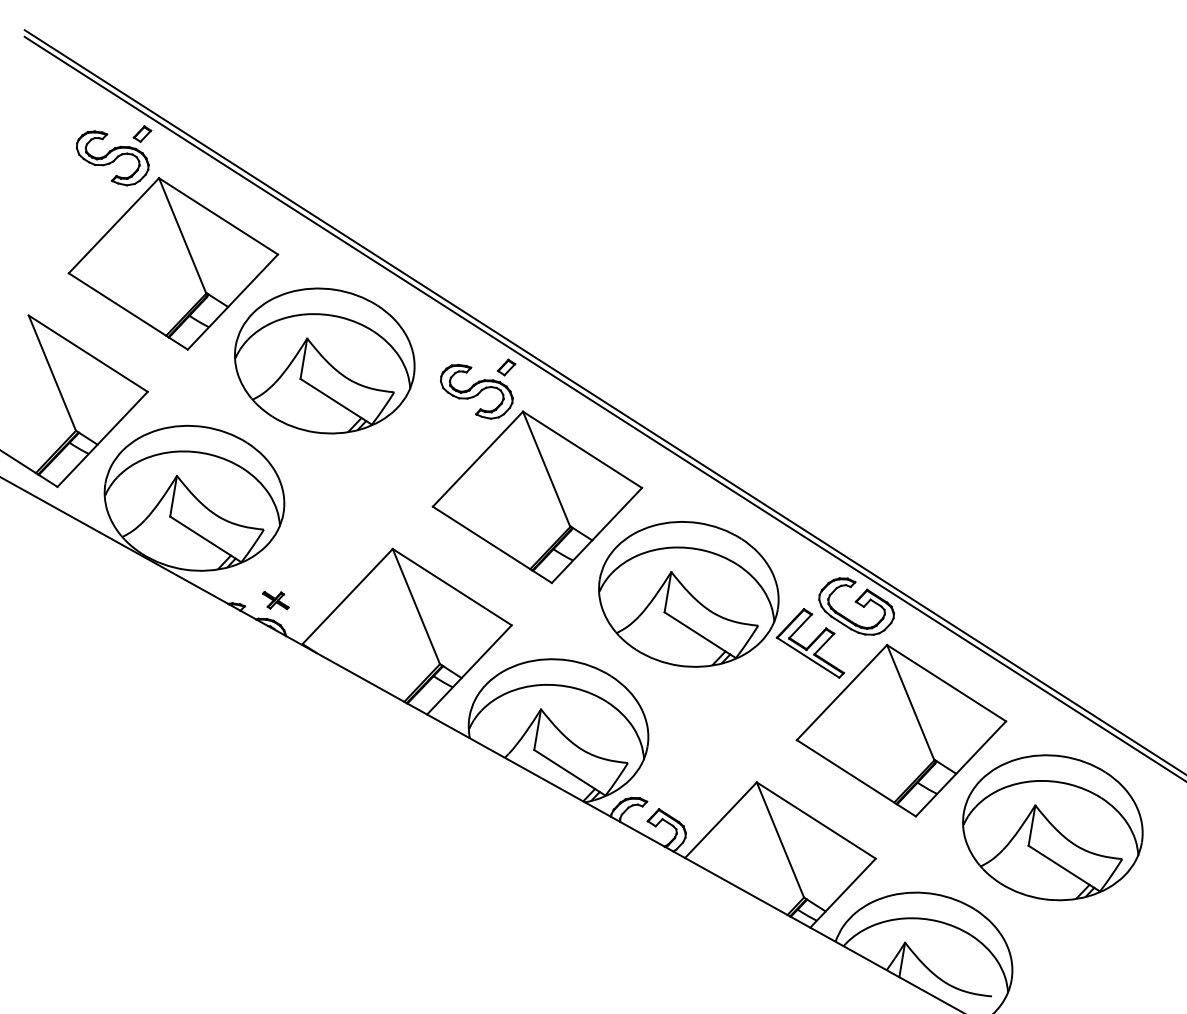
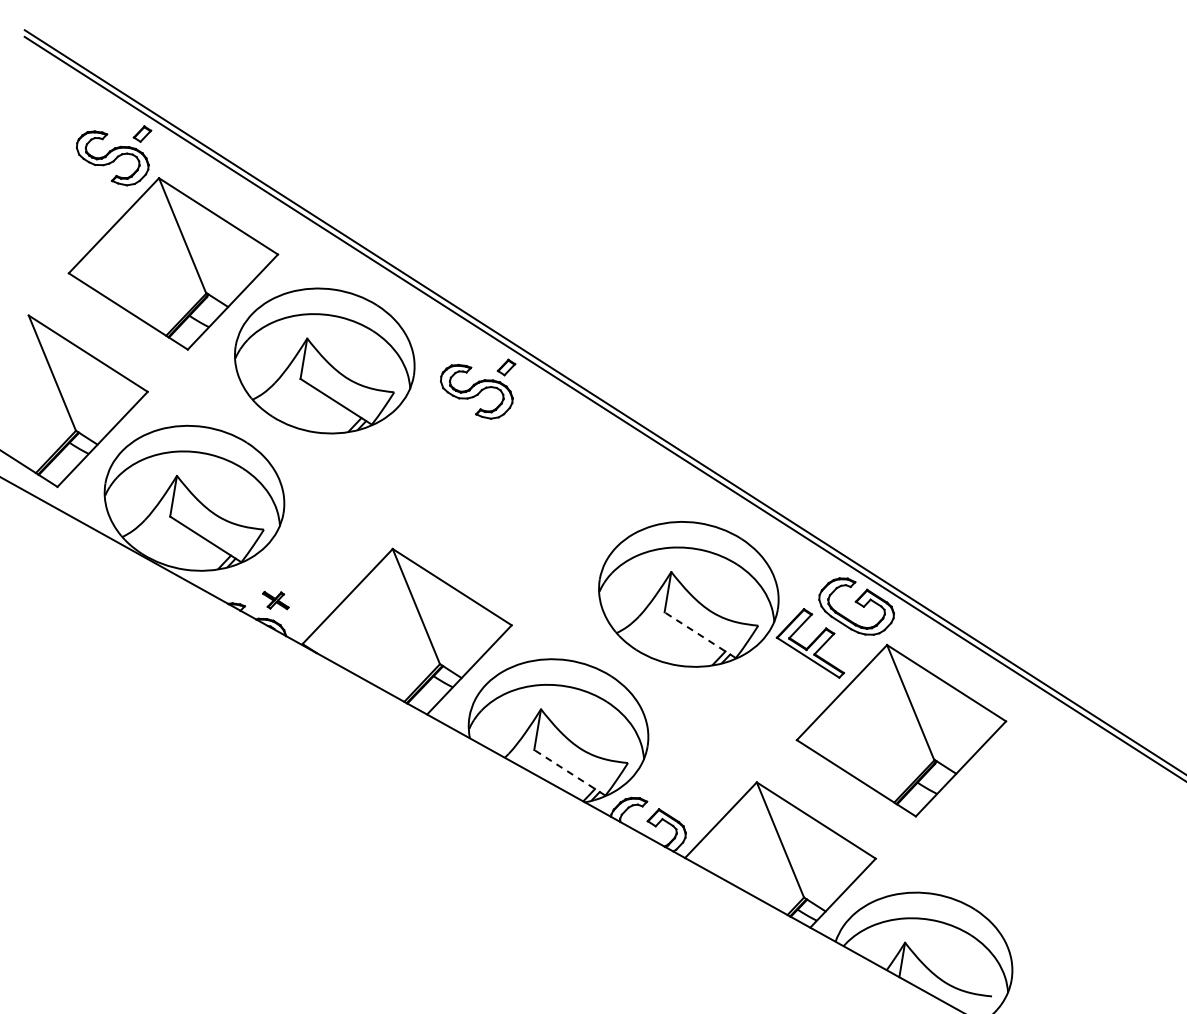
part at (537, 497): present -> none
line at (699, 634): solid -> dashed
line at (569, 772): solid -> dashed
part at (1052, 827): present -> none
